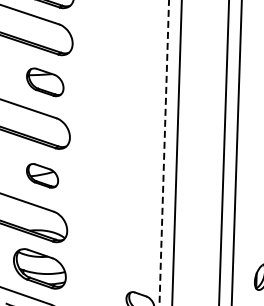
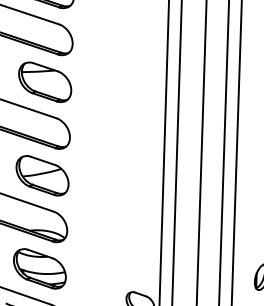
part at (45, 82) size: 39x31 px -> 55x43 px
line at (164, 152): dashed -> solid
line at (201, 152): none -> present
part at (42, 175) size: 33x26 px -> 55x42 px
